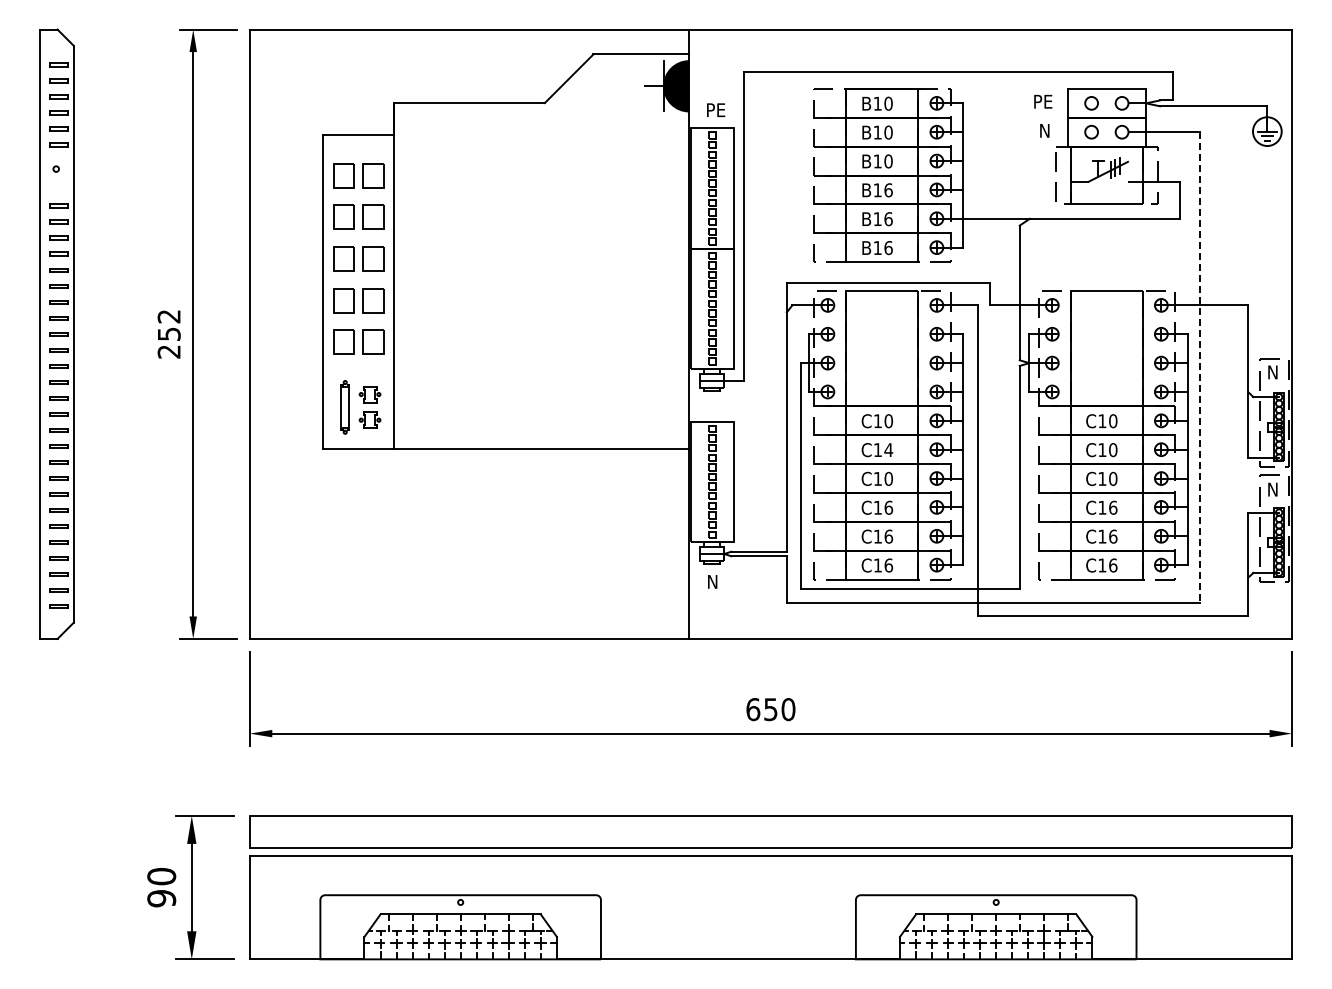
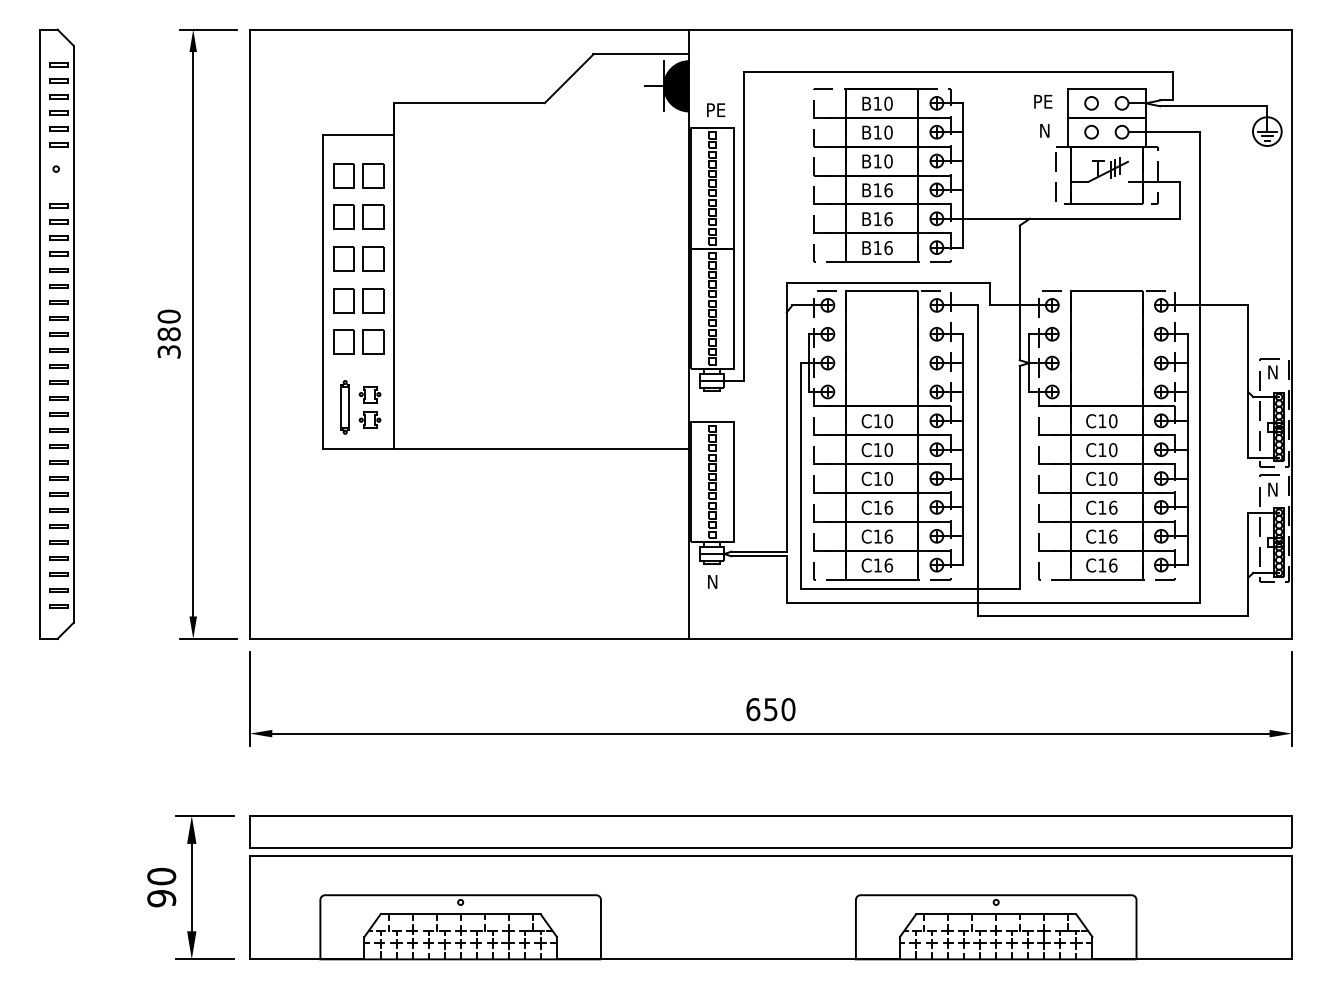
text at (168, 333): 252 -> 380
line at (1199, 367): dashed -> solid
text at (888, 450): C14 -> C10
